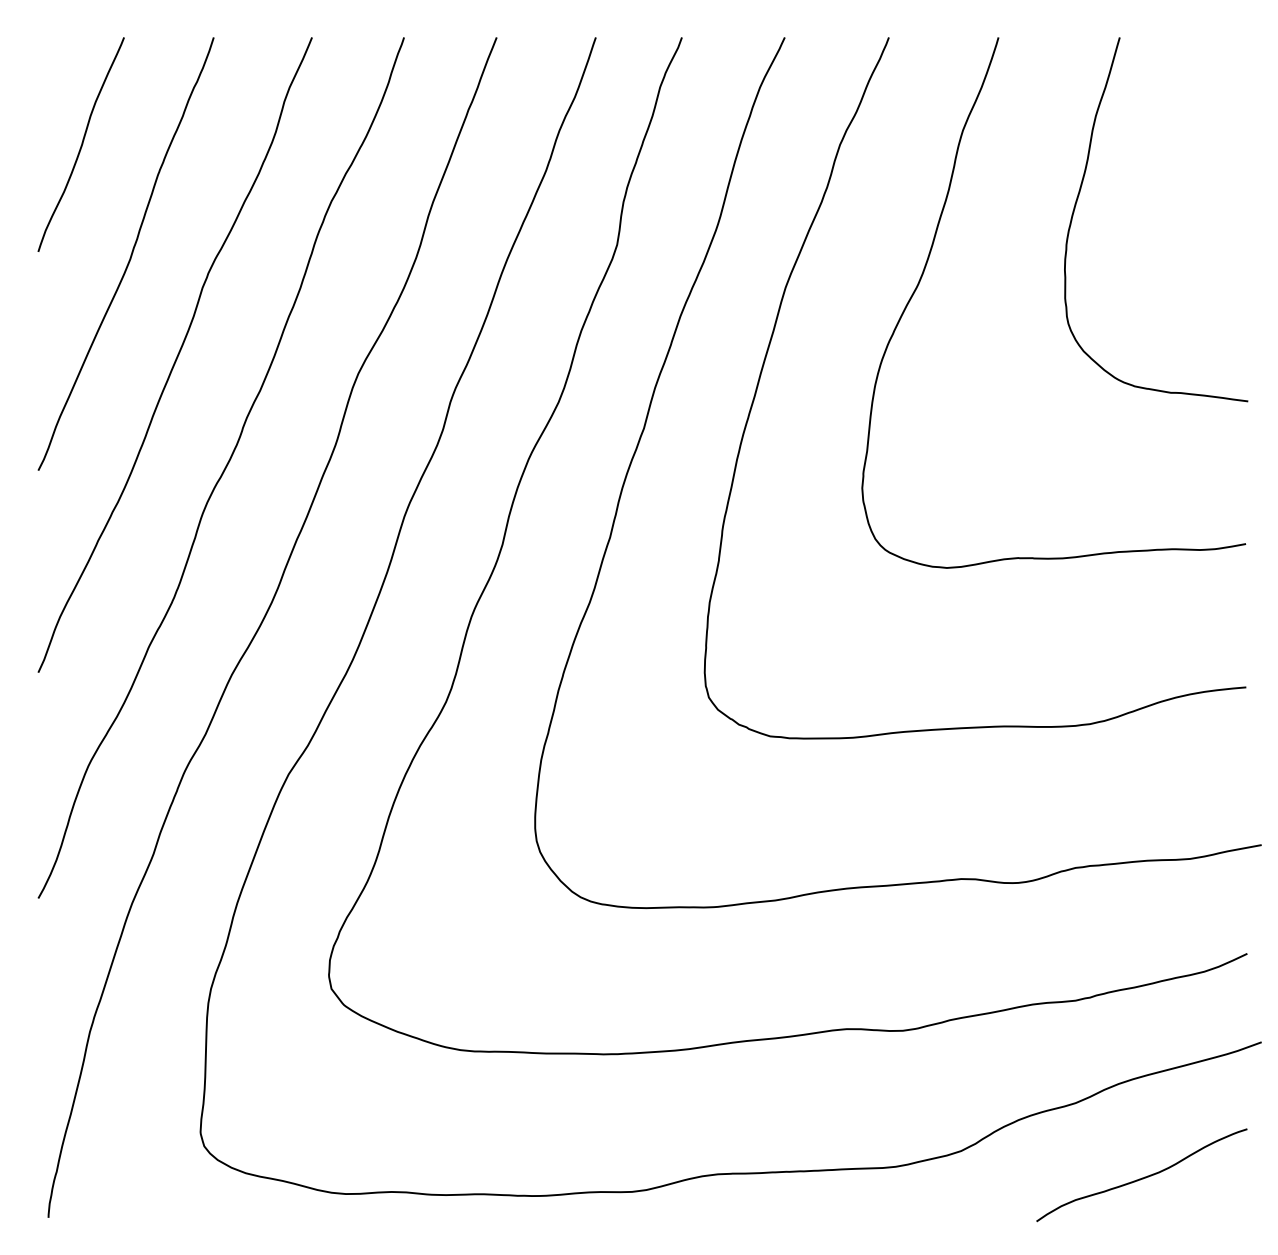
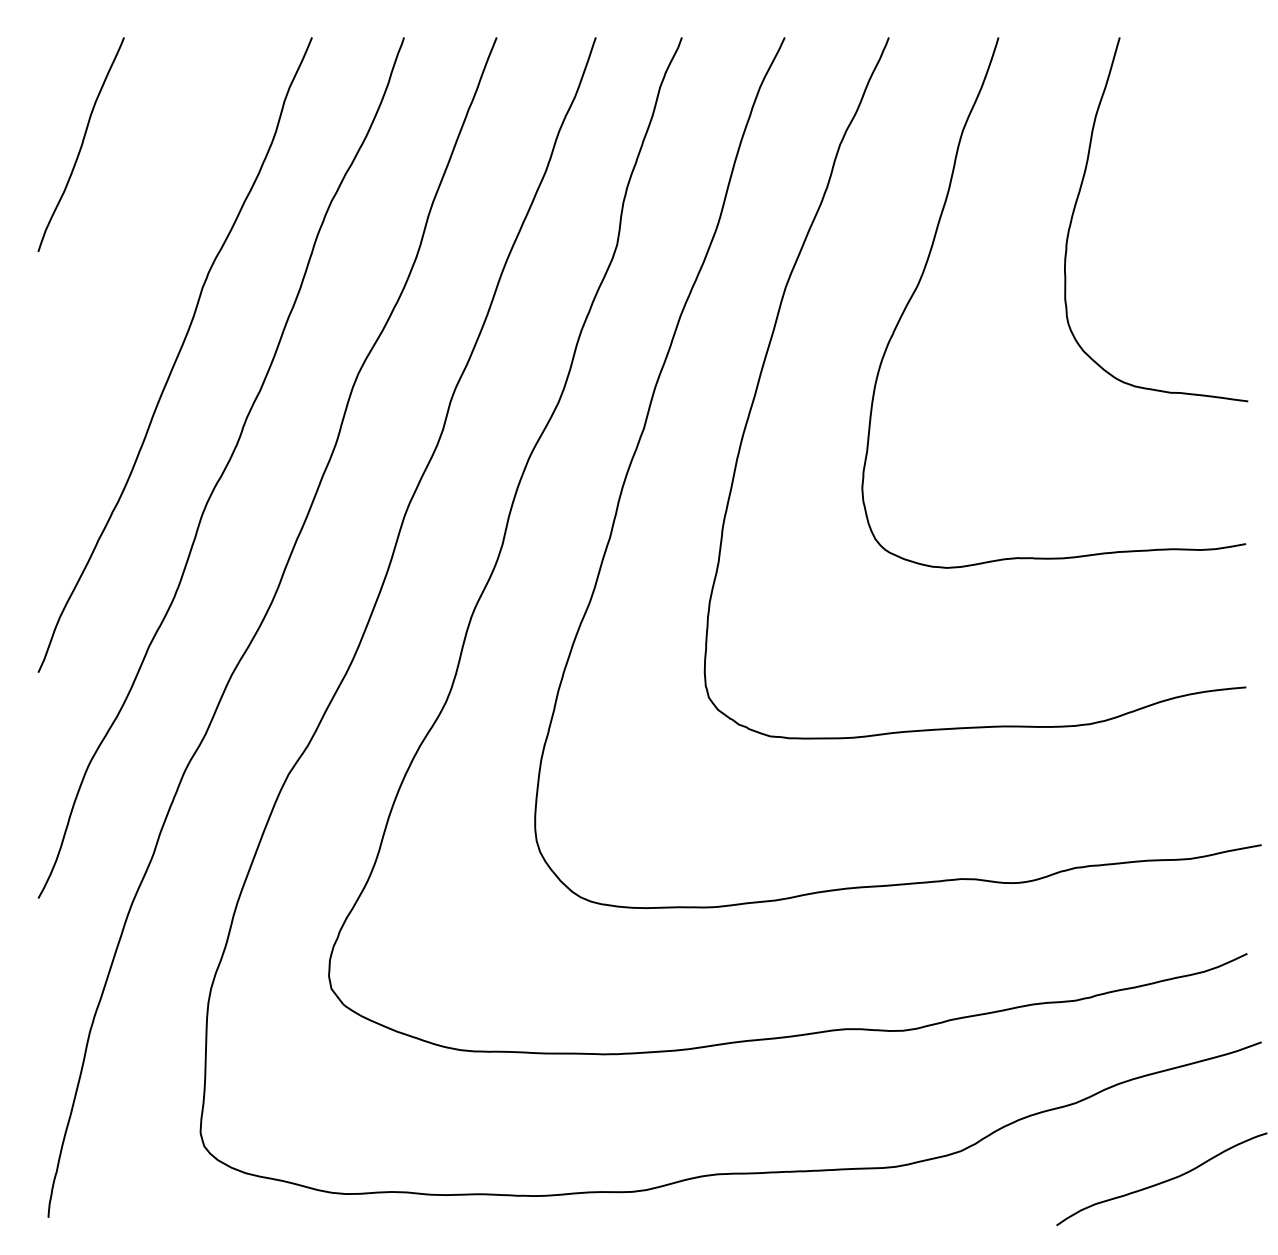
curve at (130, 254): present -> none
curve at (1142, 1177) position: (1142, 1177) -> (1162, 1181)
